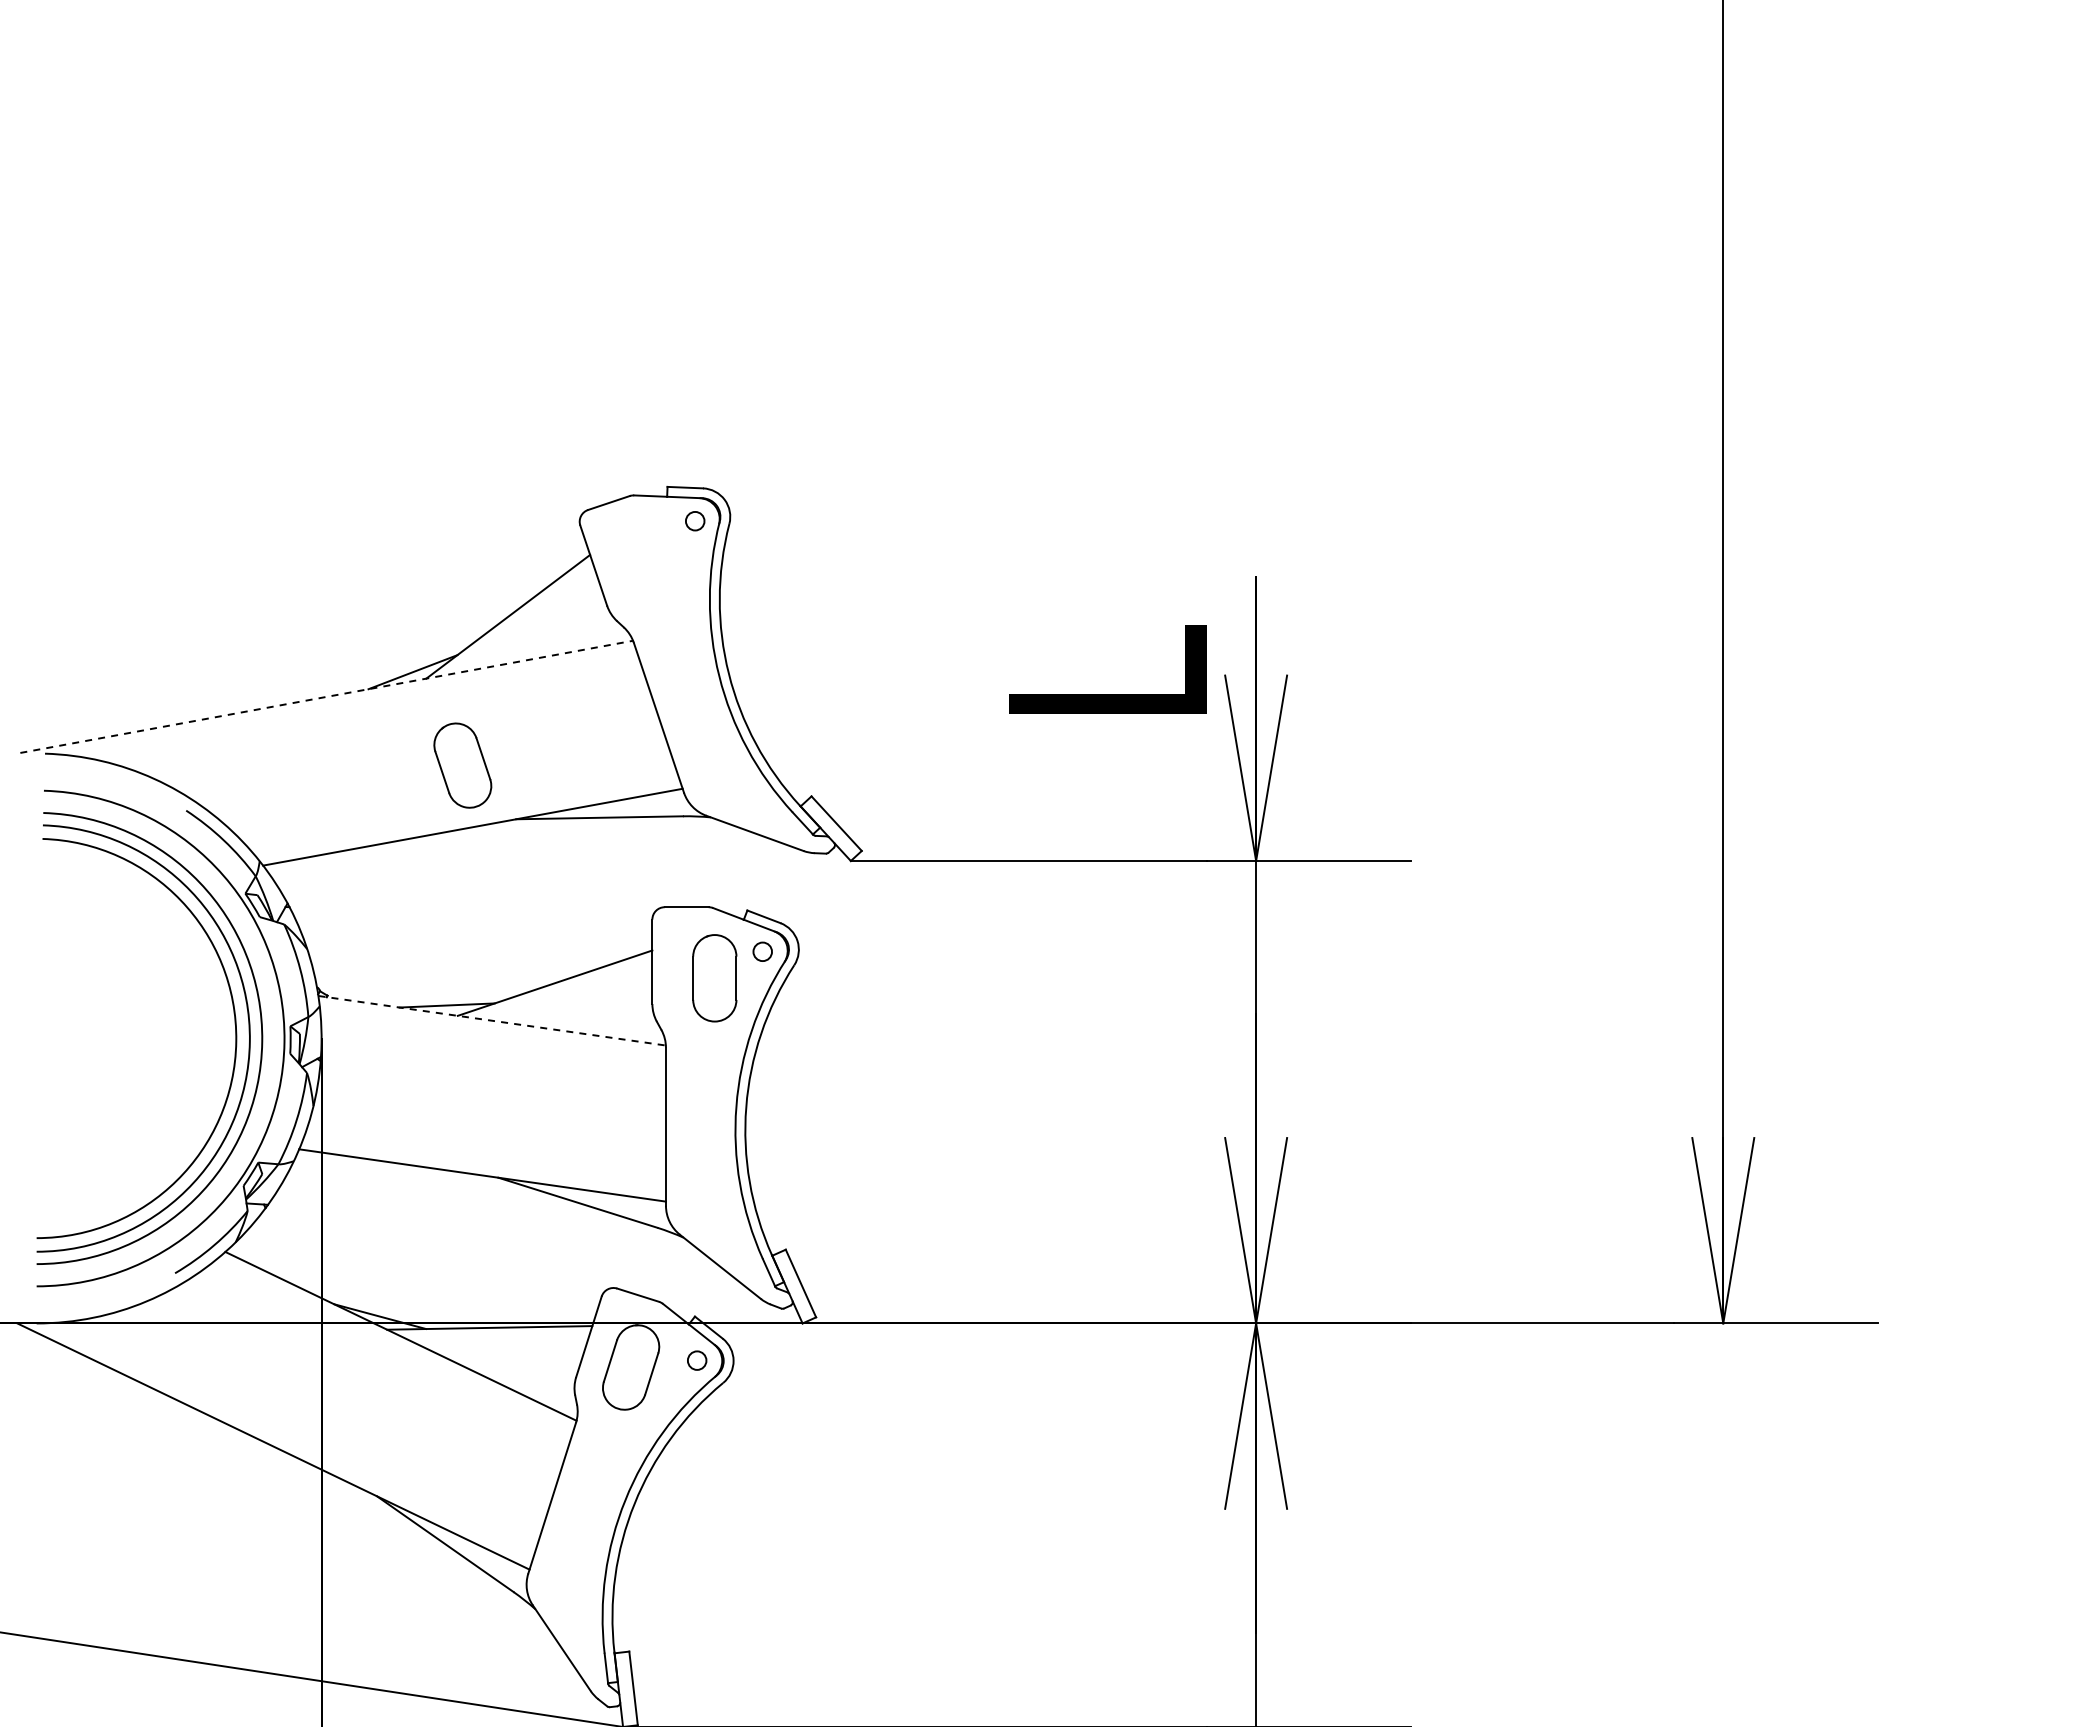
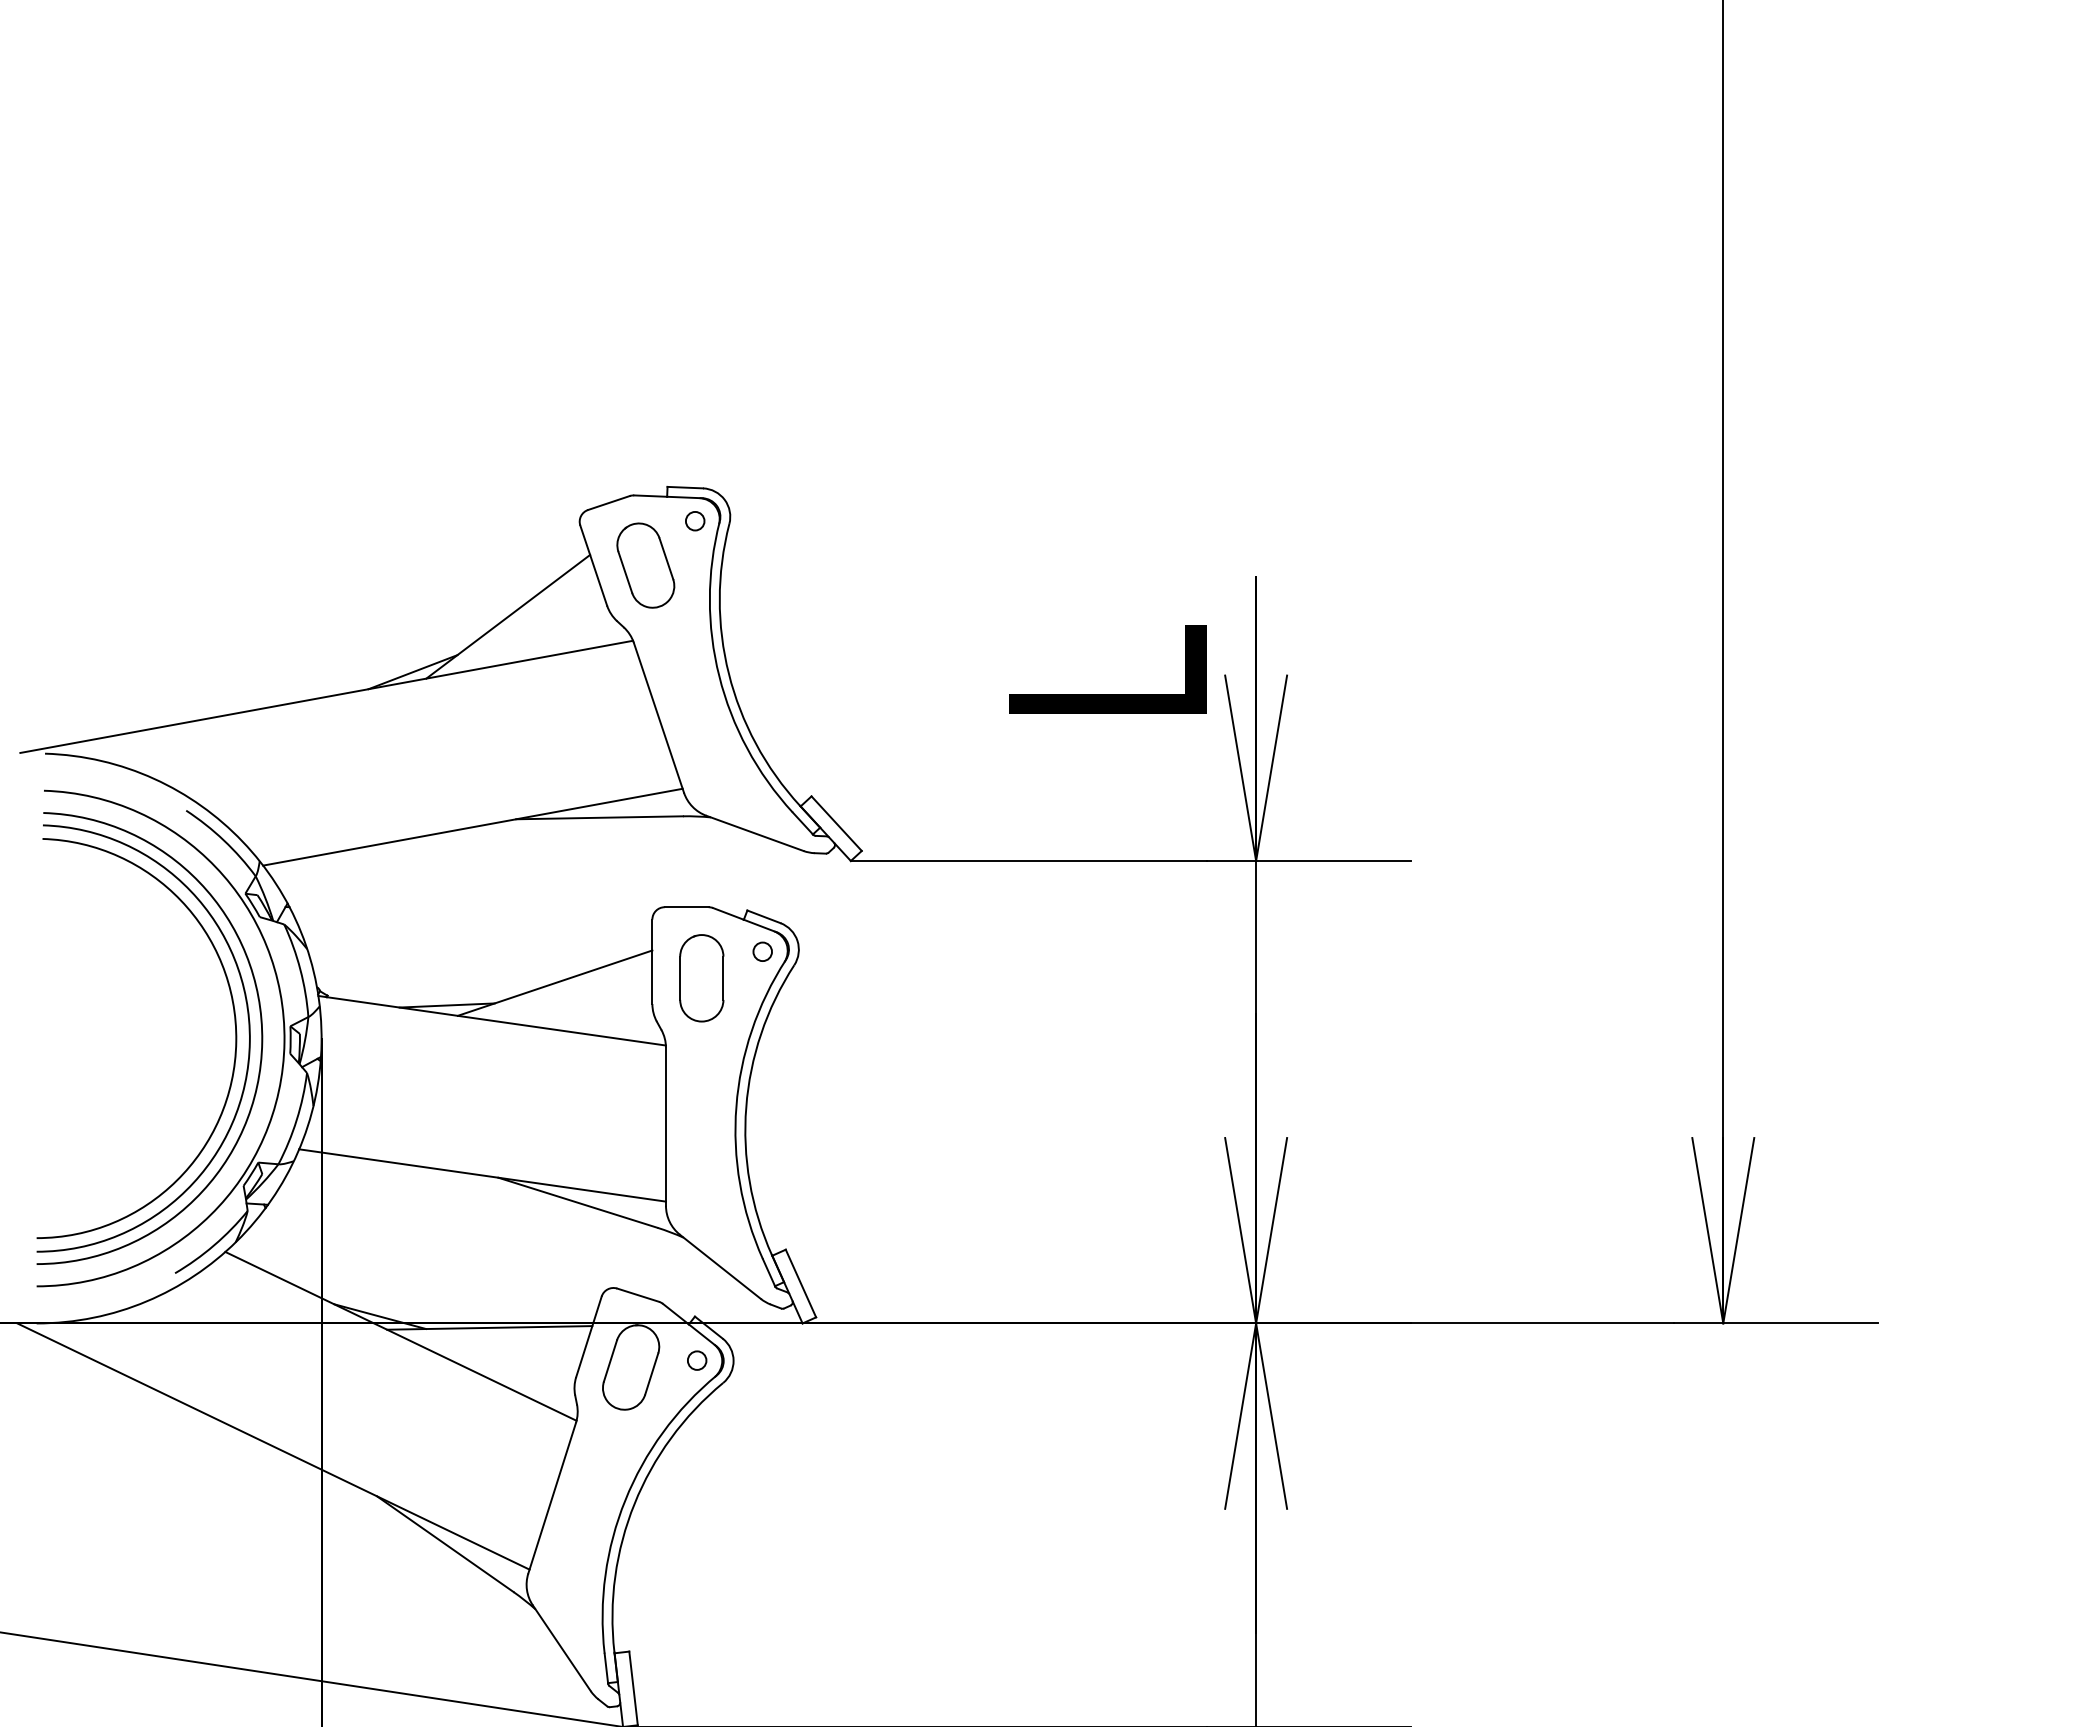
line at (327, 696): dashed -> solid
part at (462, 765) position: (462, 765) -> (645, 565)
part at (714, 978) position: (714, 978) -> (701, 978)
line at (492, 1020): dashed -> solid
